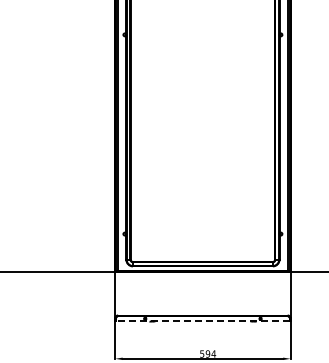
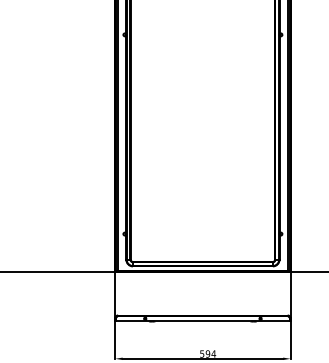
line at (202, 321): dashed -> solid
